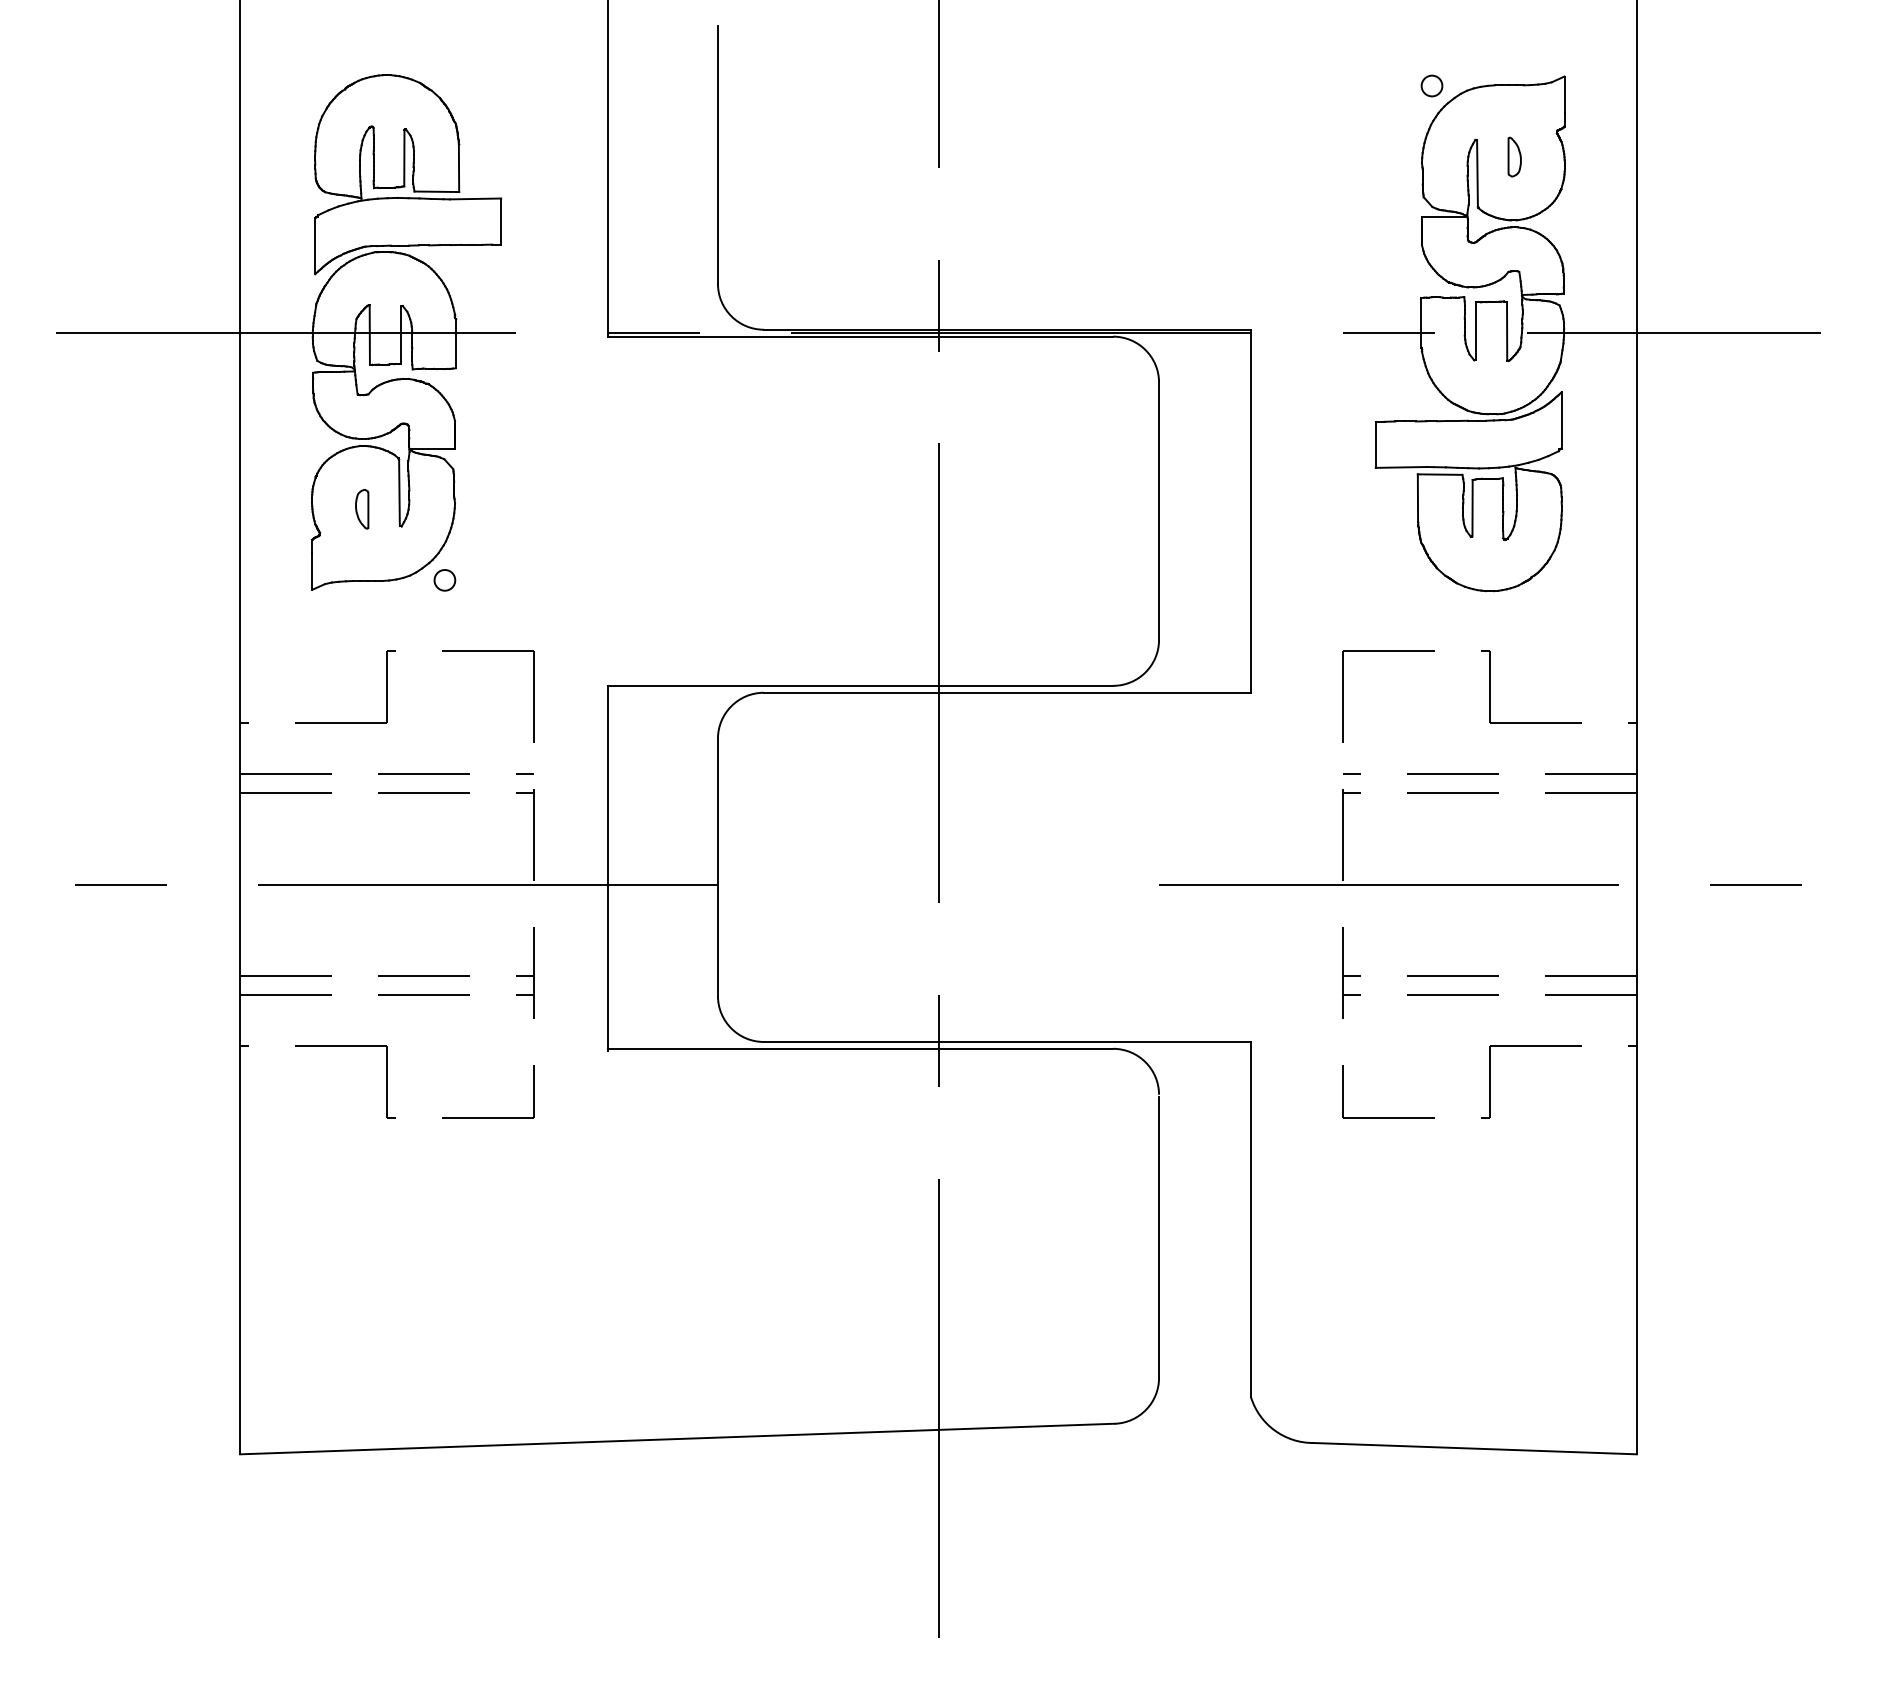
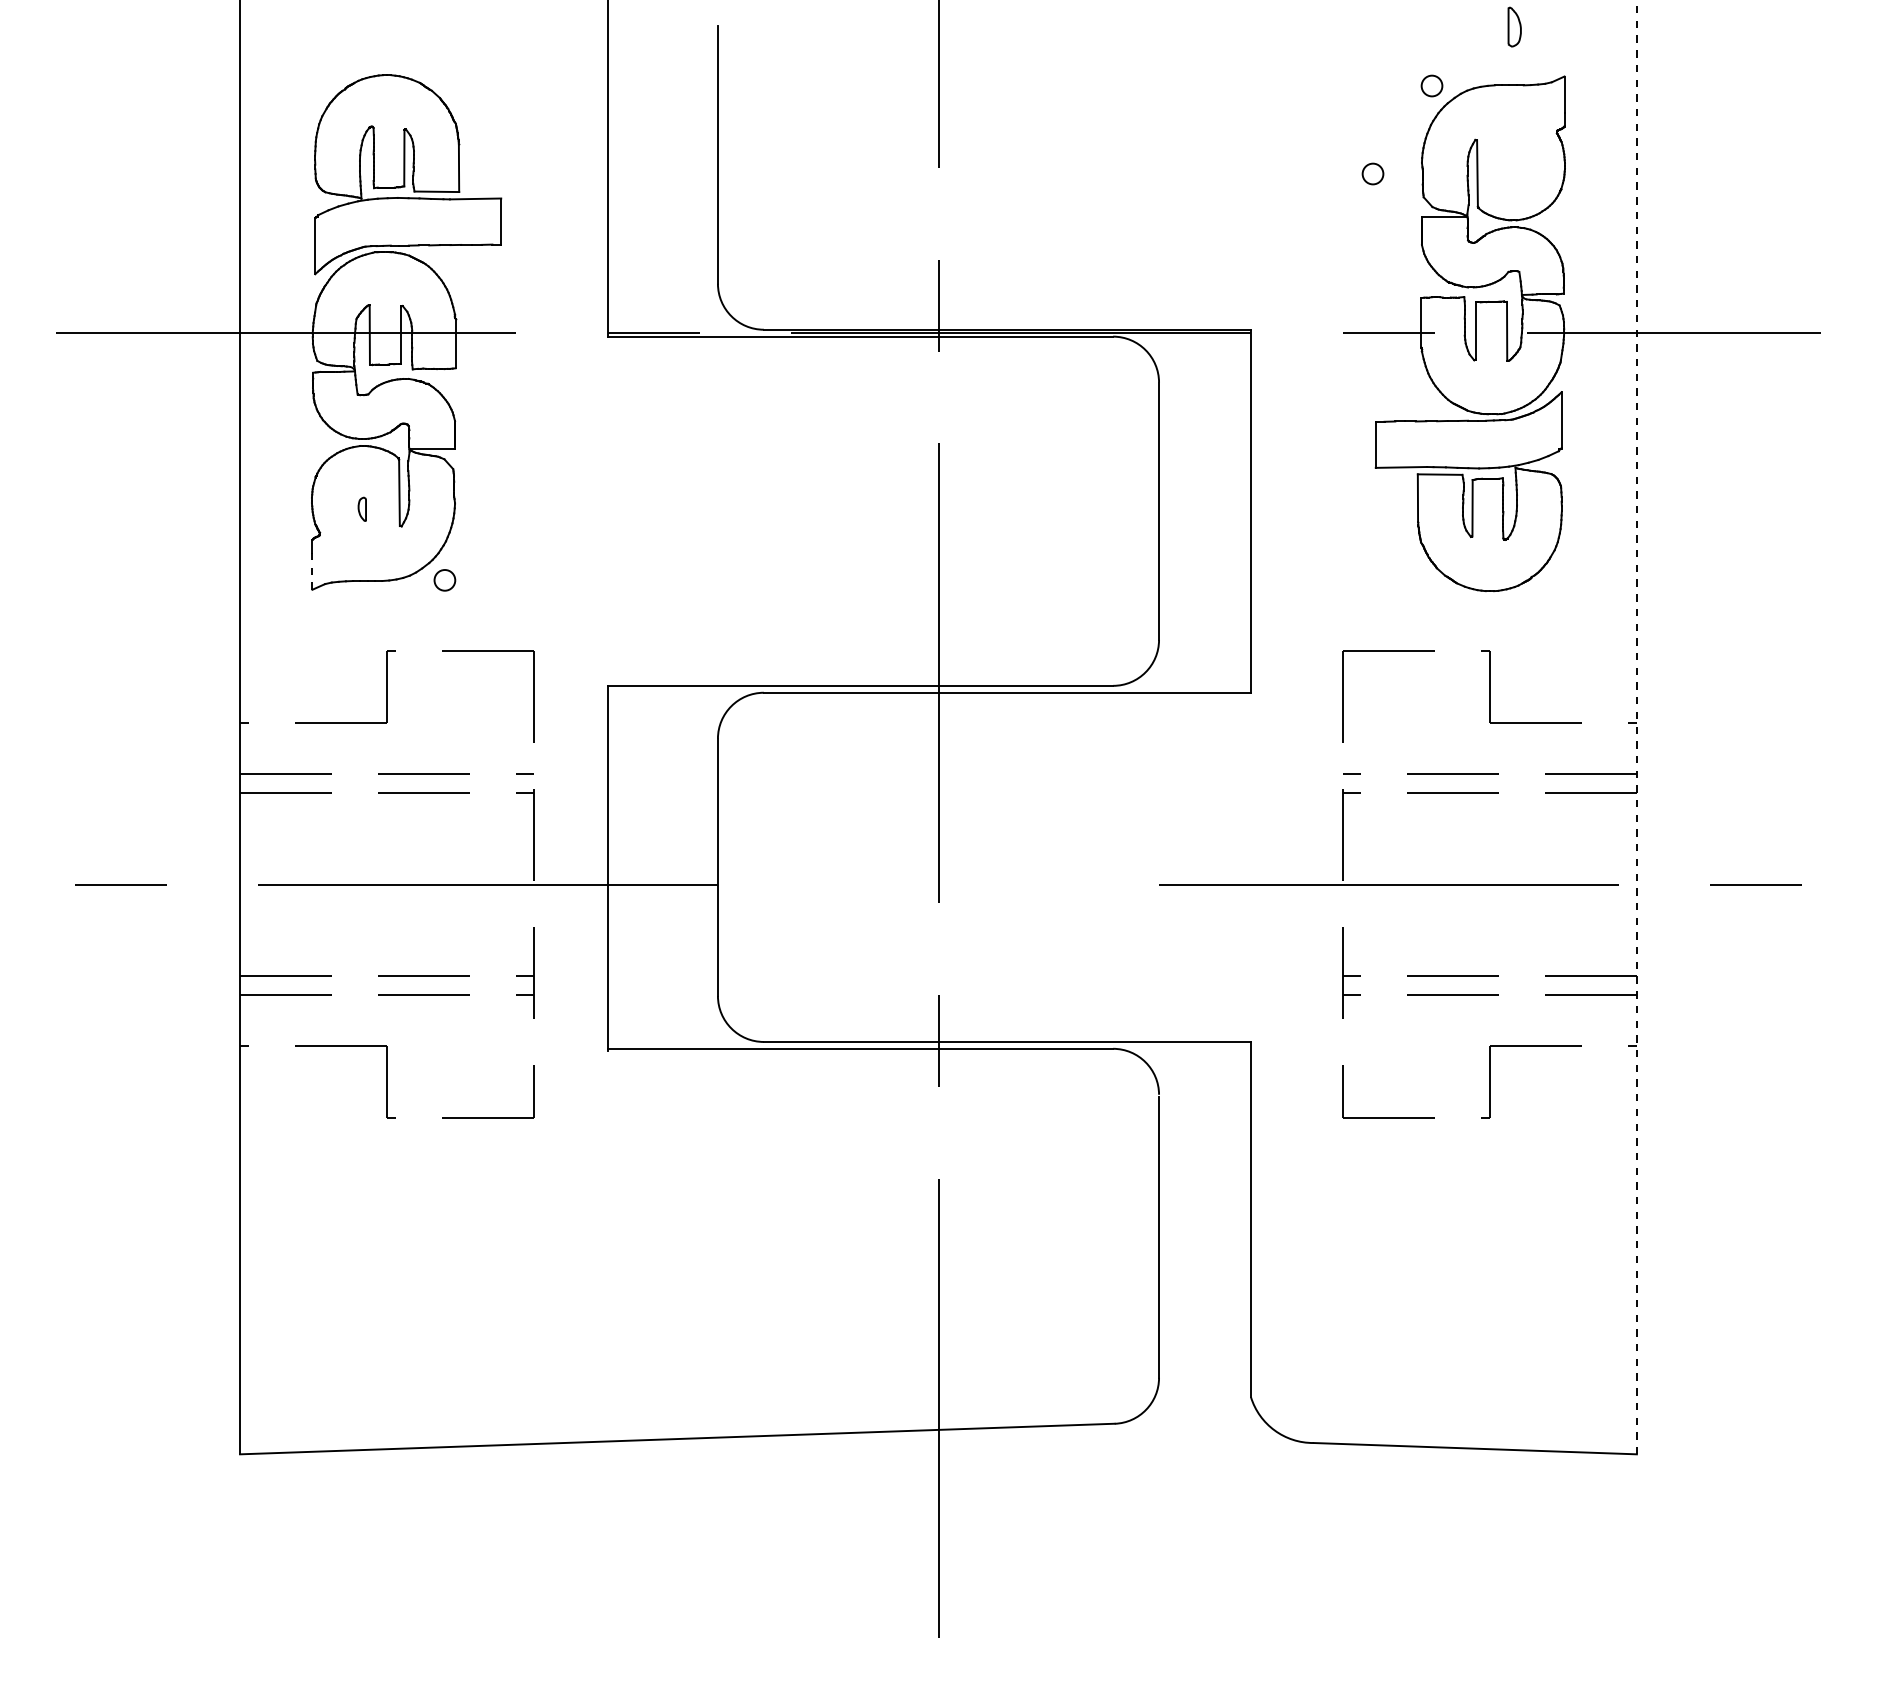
part at (1514, 156) position: (1514, 156) -> (1514, 26)
circle at (1372, 173): none -> present
part at (362, 509) size: 15x41 px -> 10x26 px
line at (312, 571): solid -> dashed
line at (1636, 727): solid -> dashed
